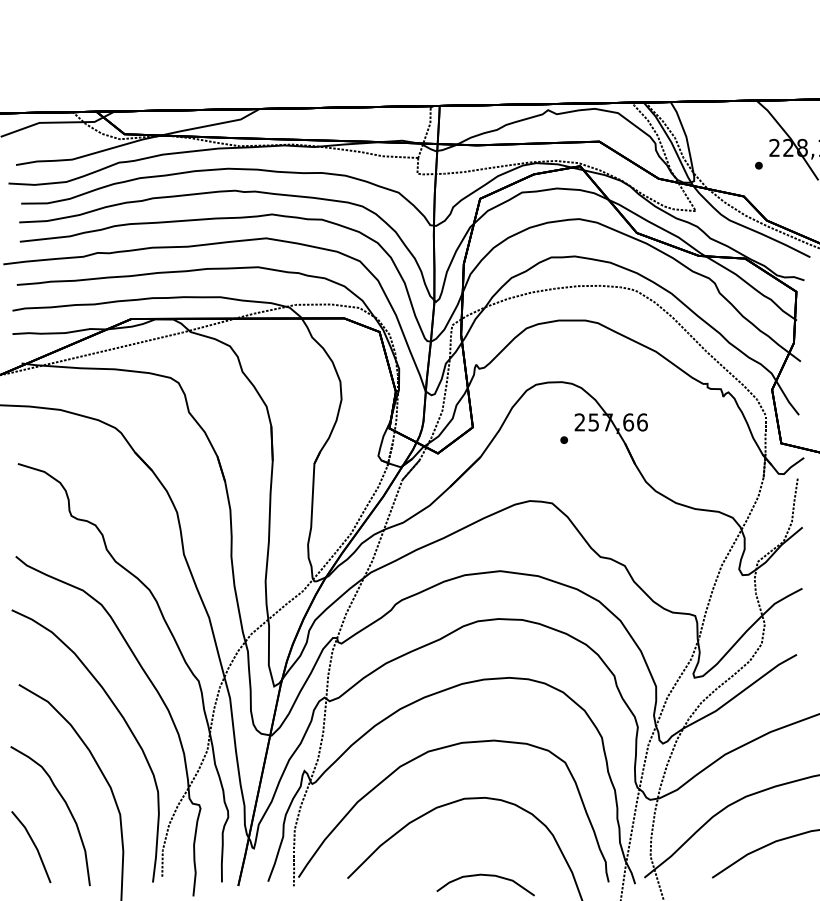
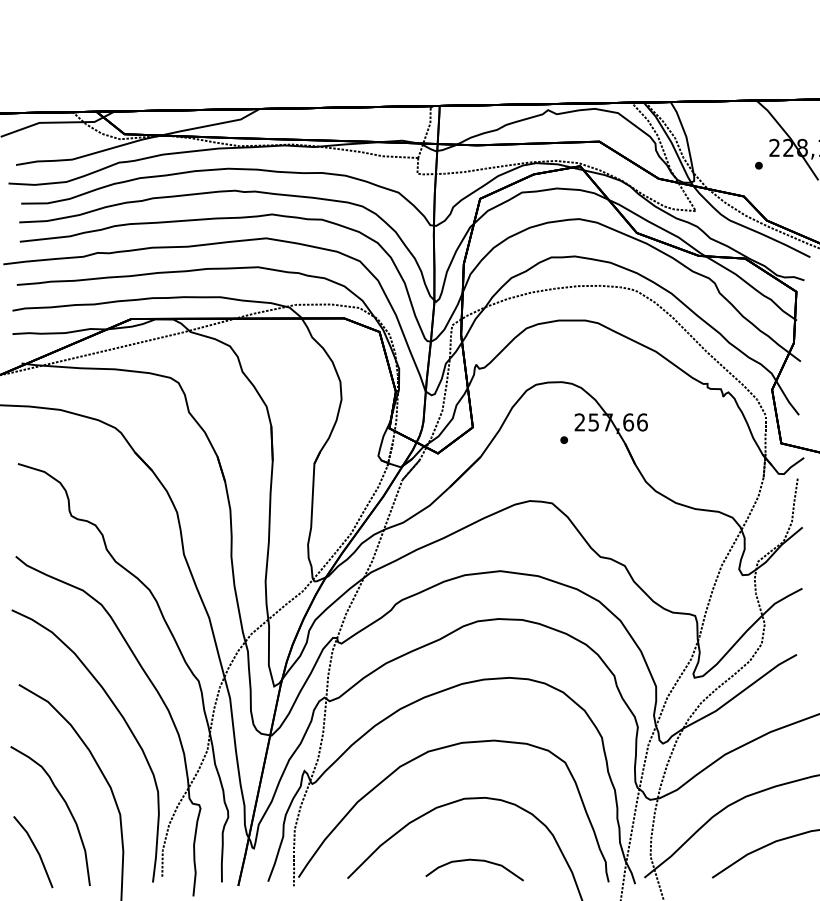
line at (34, 846) position: (34, 846) -> (36, 851)
curve at (487, 876) position: (487, 876) -> (476, 861)
